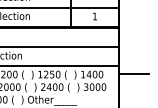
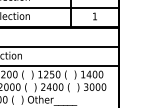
line at (134, 73): present -> none
